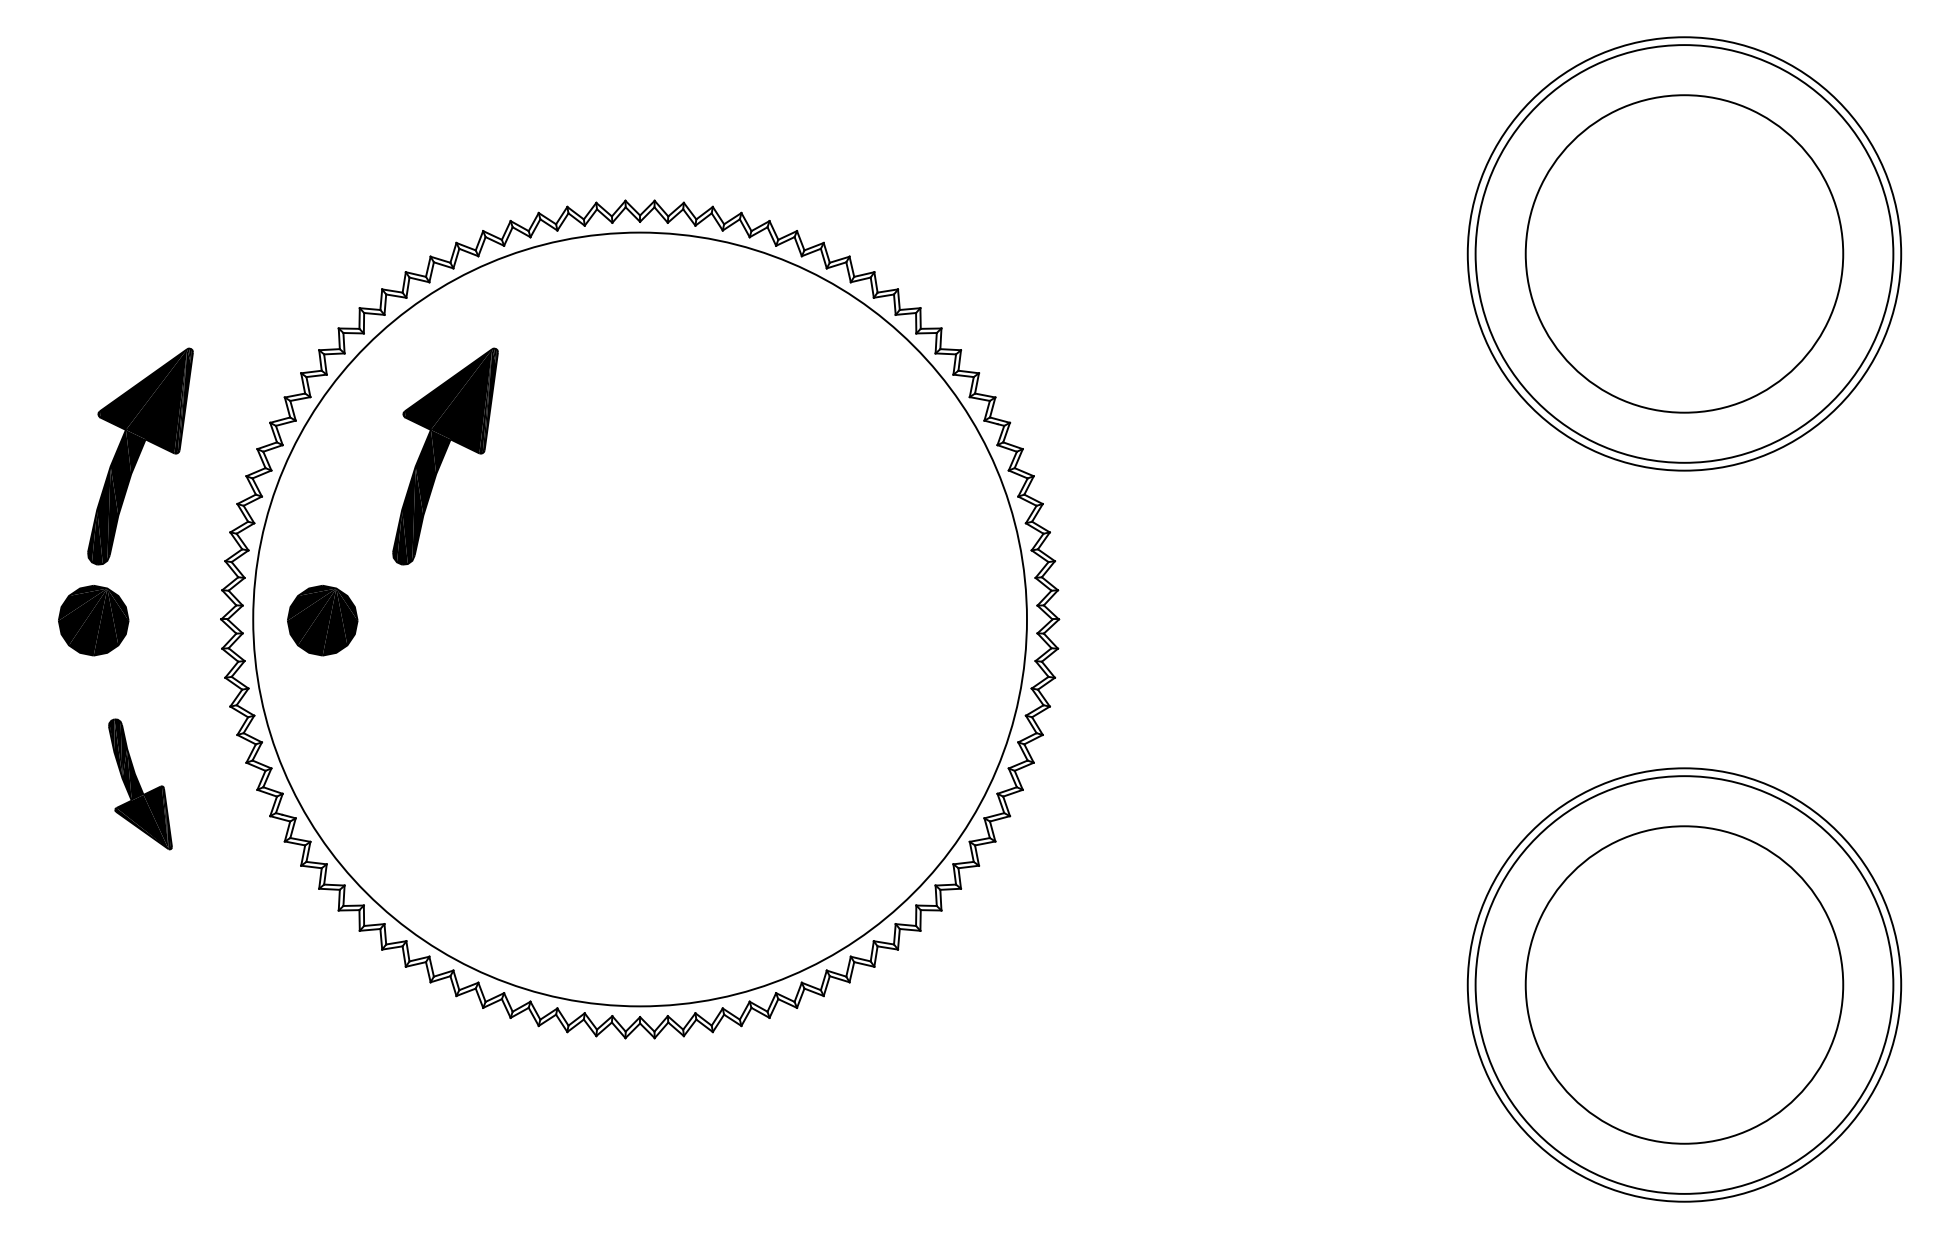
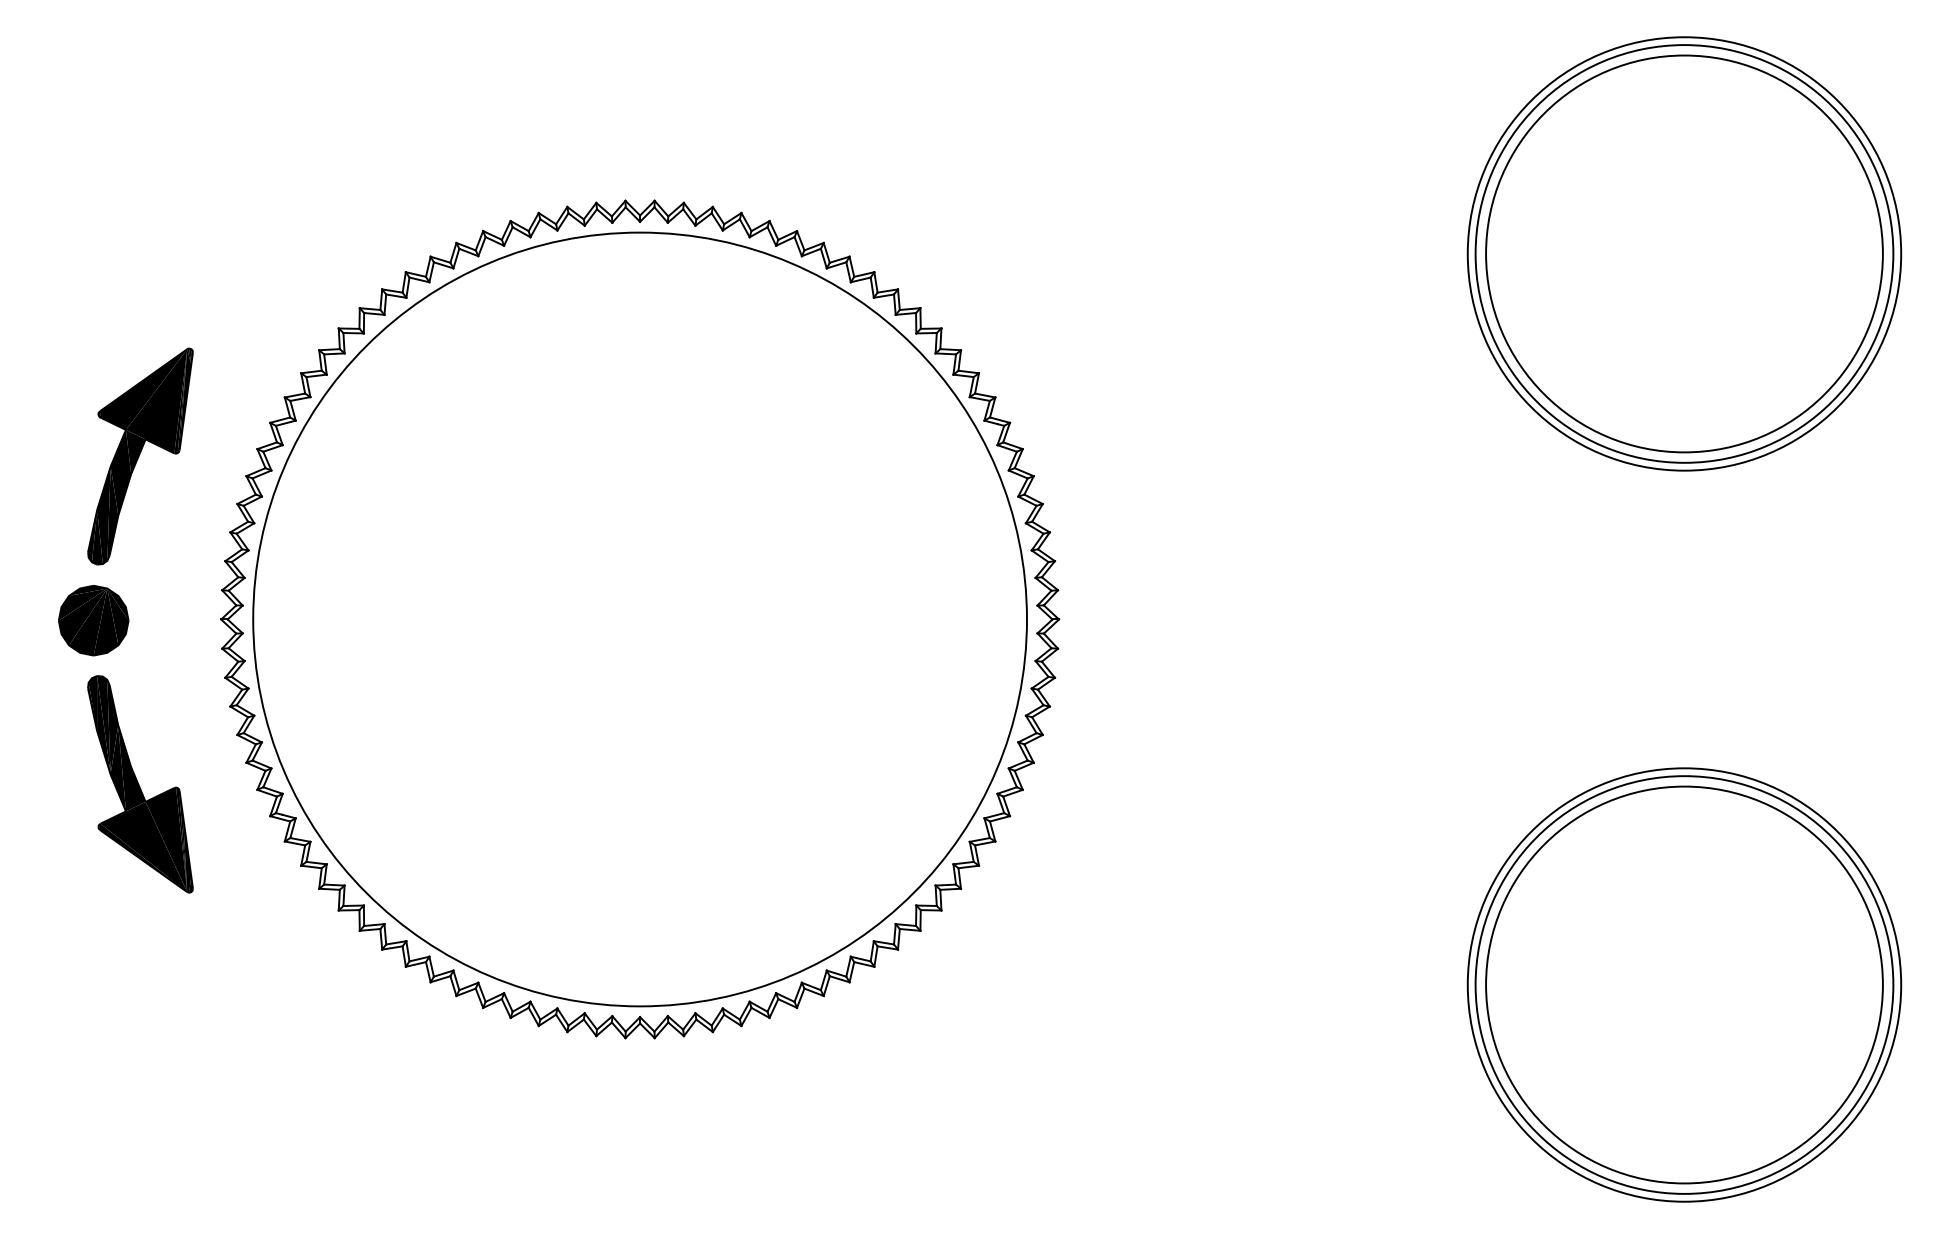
circle at (1684, 253) diameter: 317 px -> 397 px
part at (445, 456): present -> none
part at (322, 620): present -> none
part at (140, 784) size: 65x133 px -> 107x219 px
circle at (1684, 984) diameter: 317 px -> 397 px
